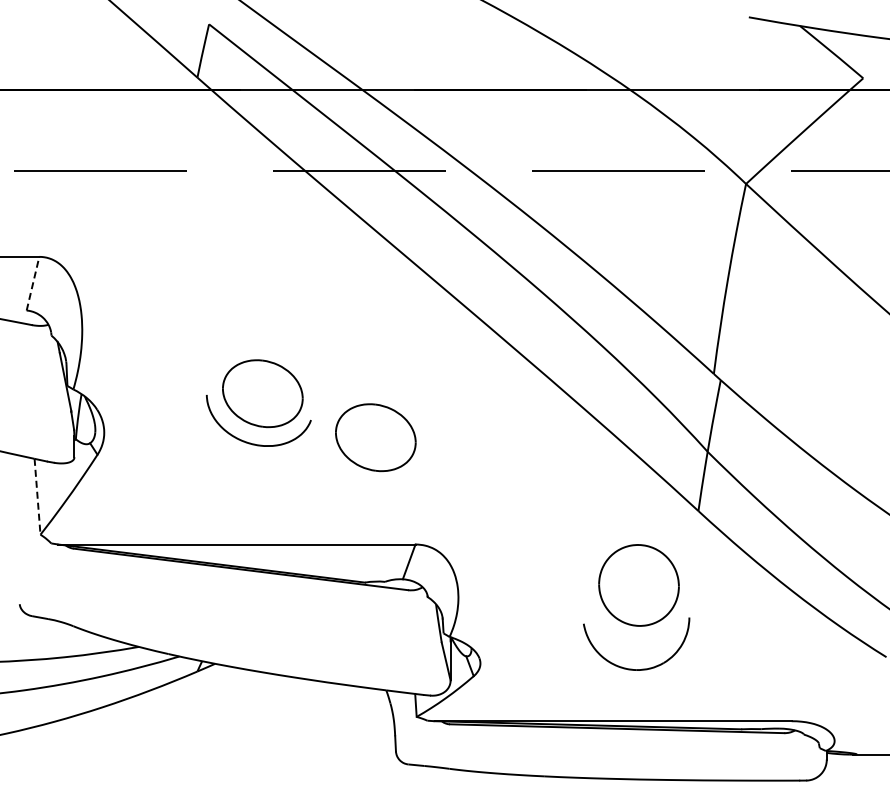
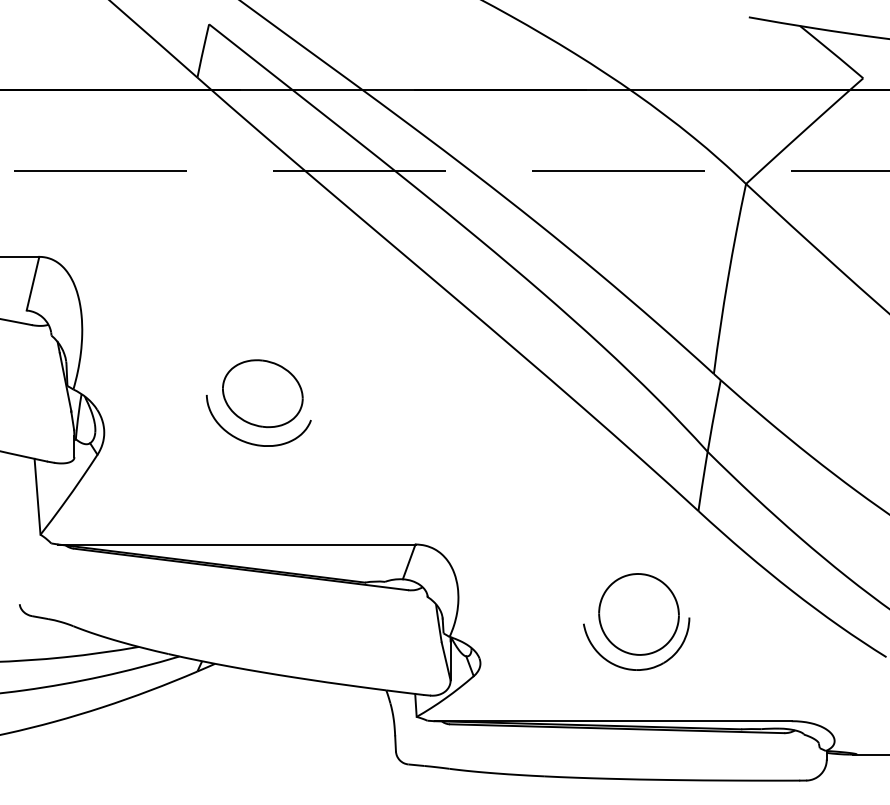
line at (33, 283): dashed -> solid
part at (375, 437): present -> none
line at (37, 497): dashed -> solid
part at (638, 585) position: (638, 585) -> (638, 614)
